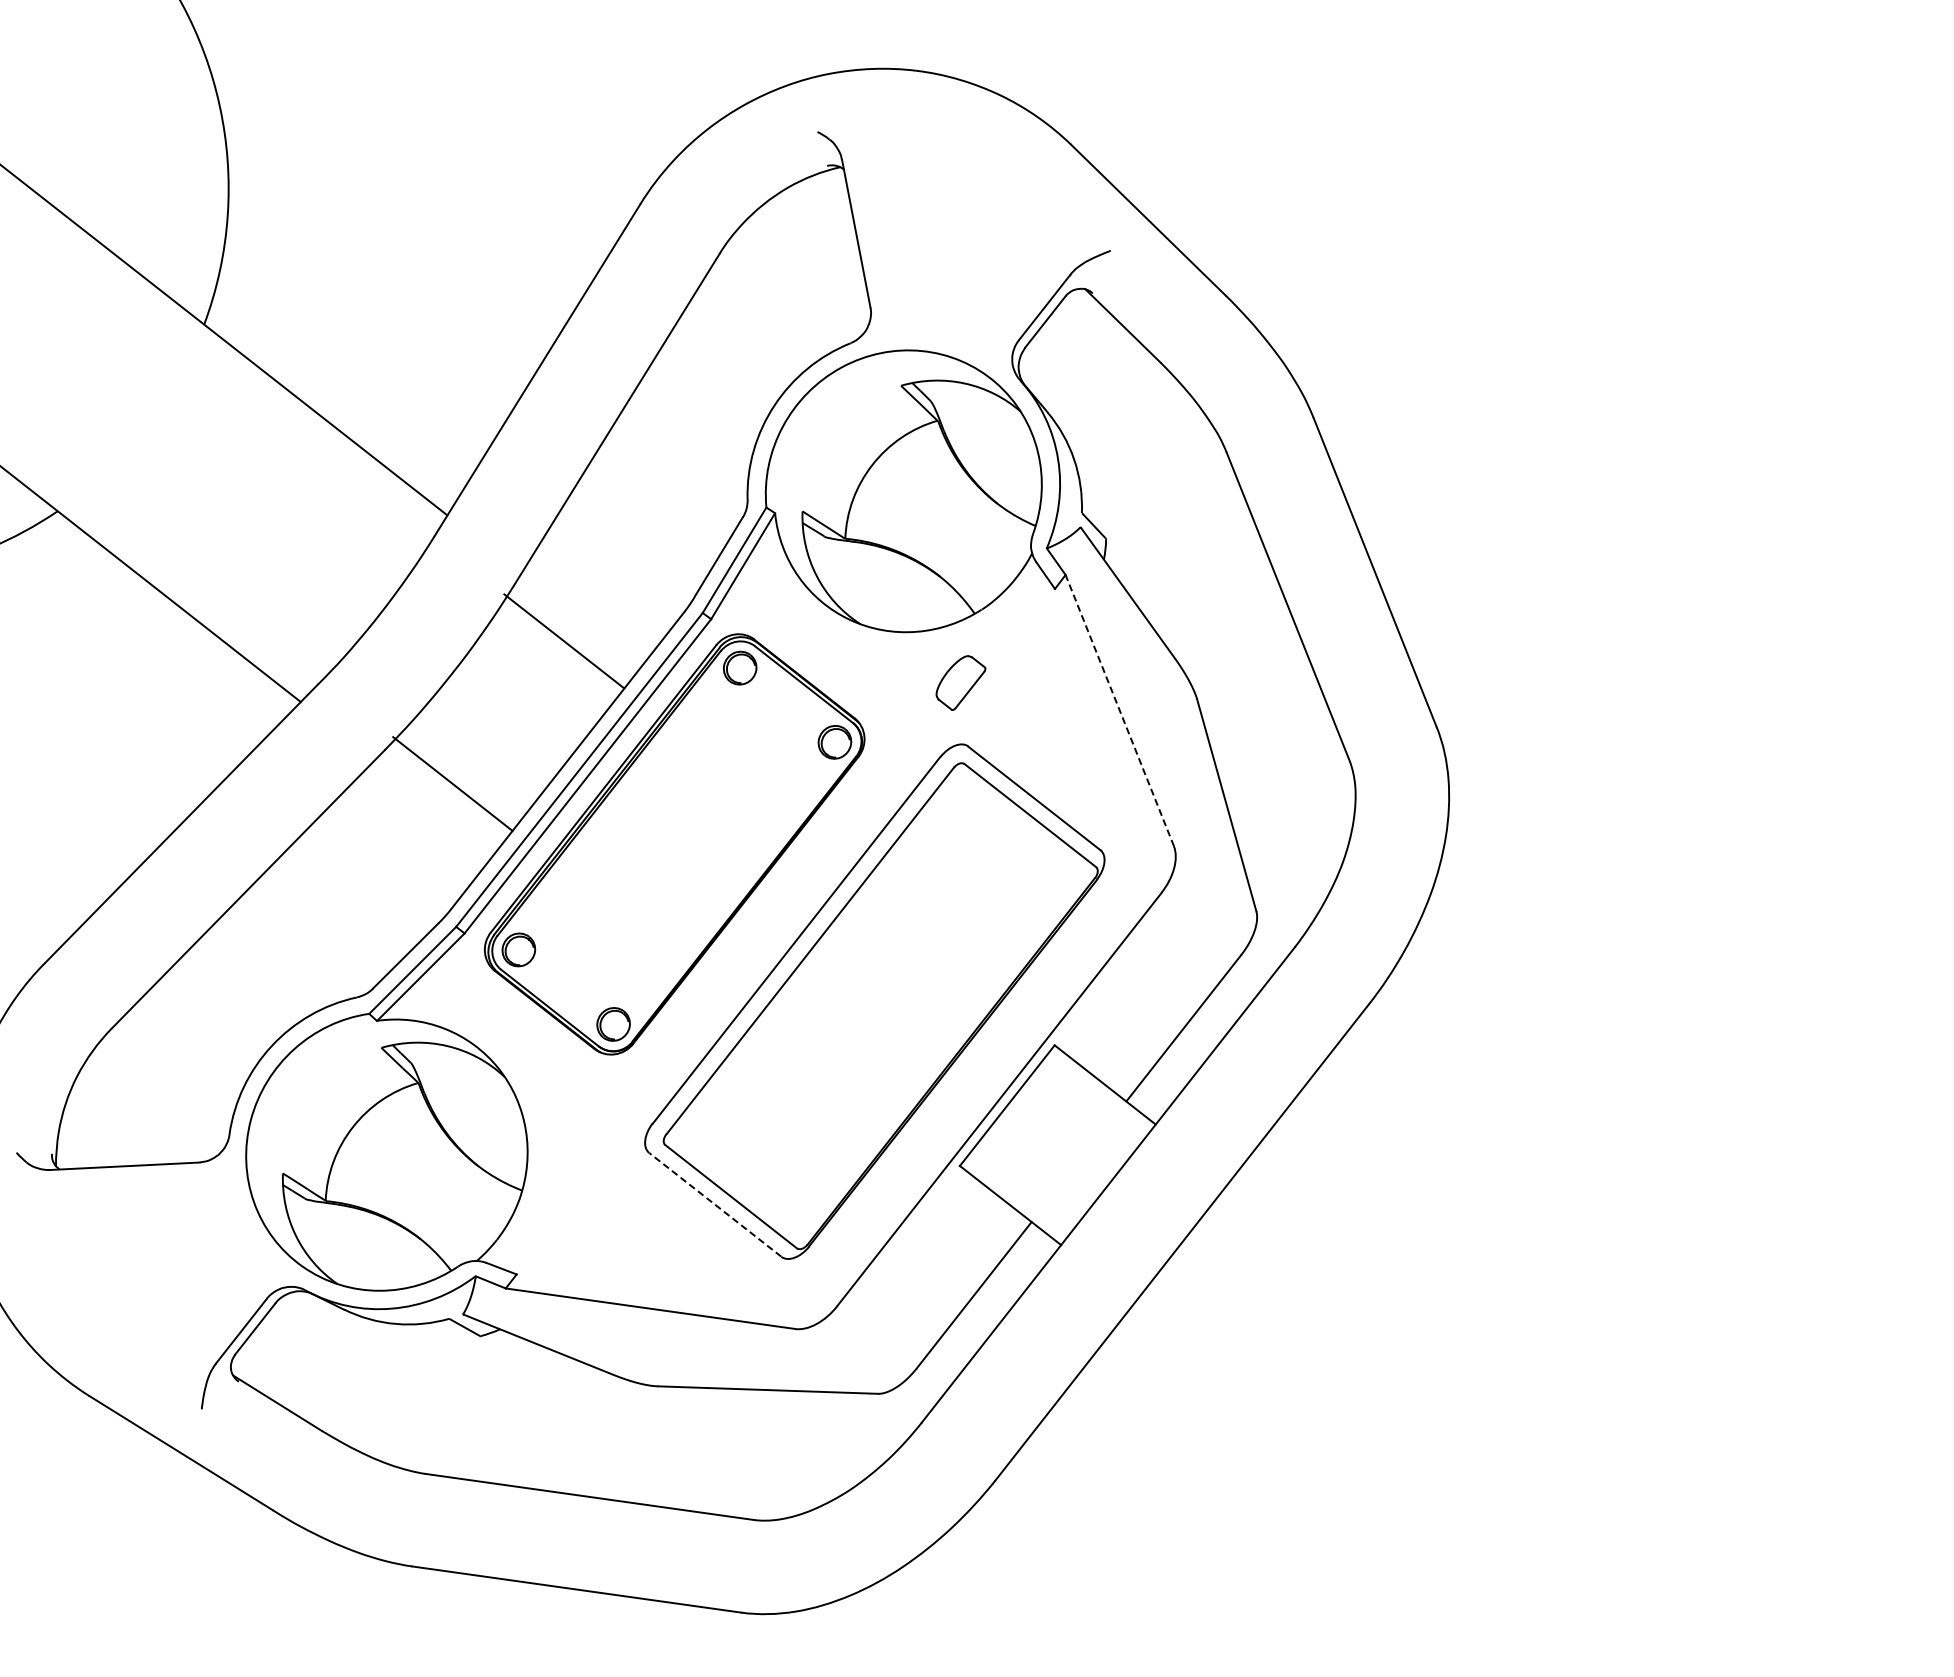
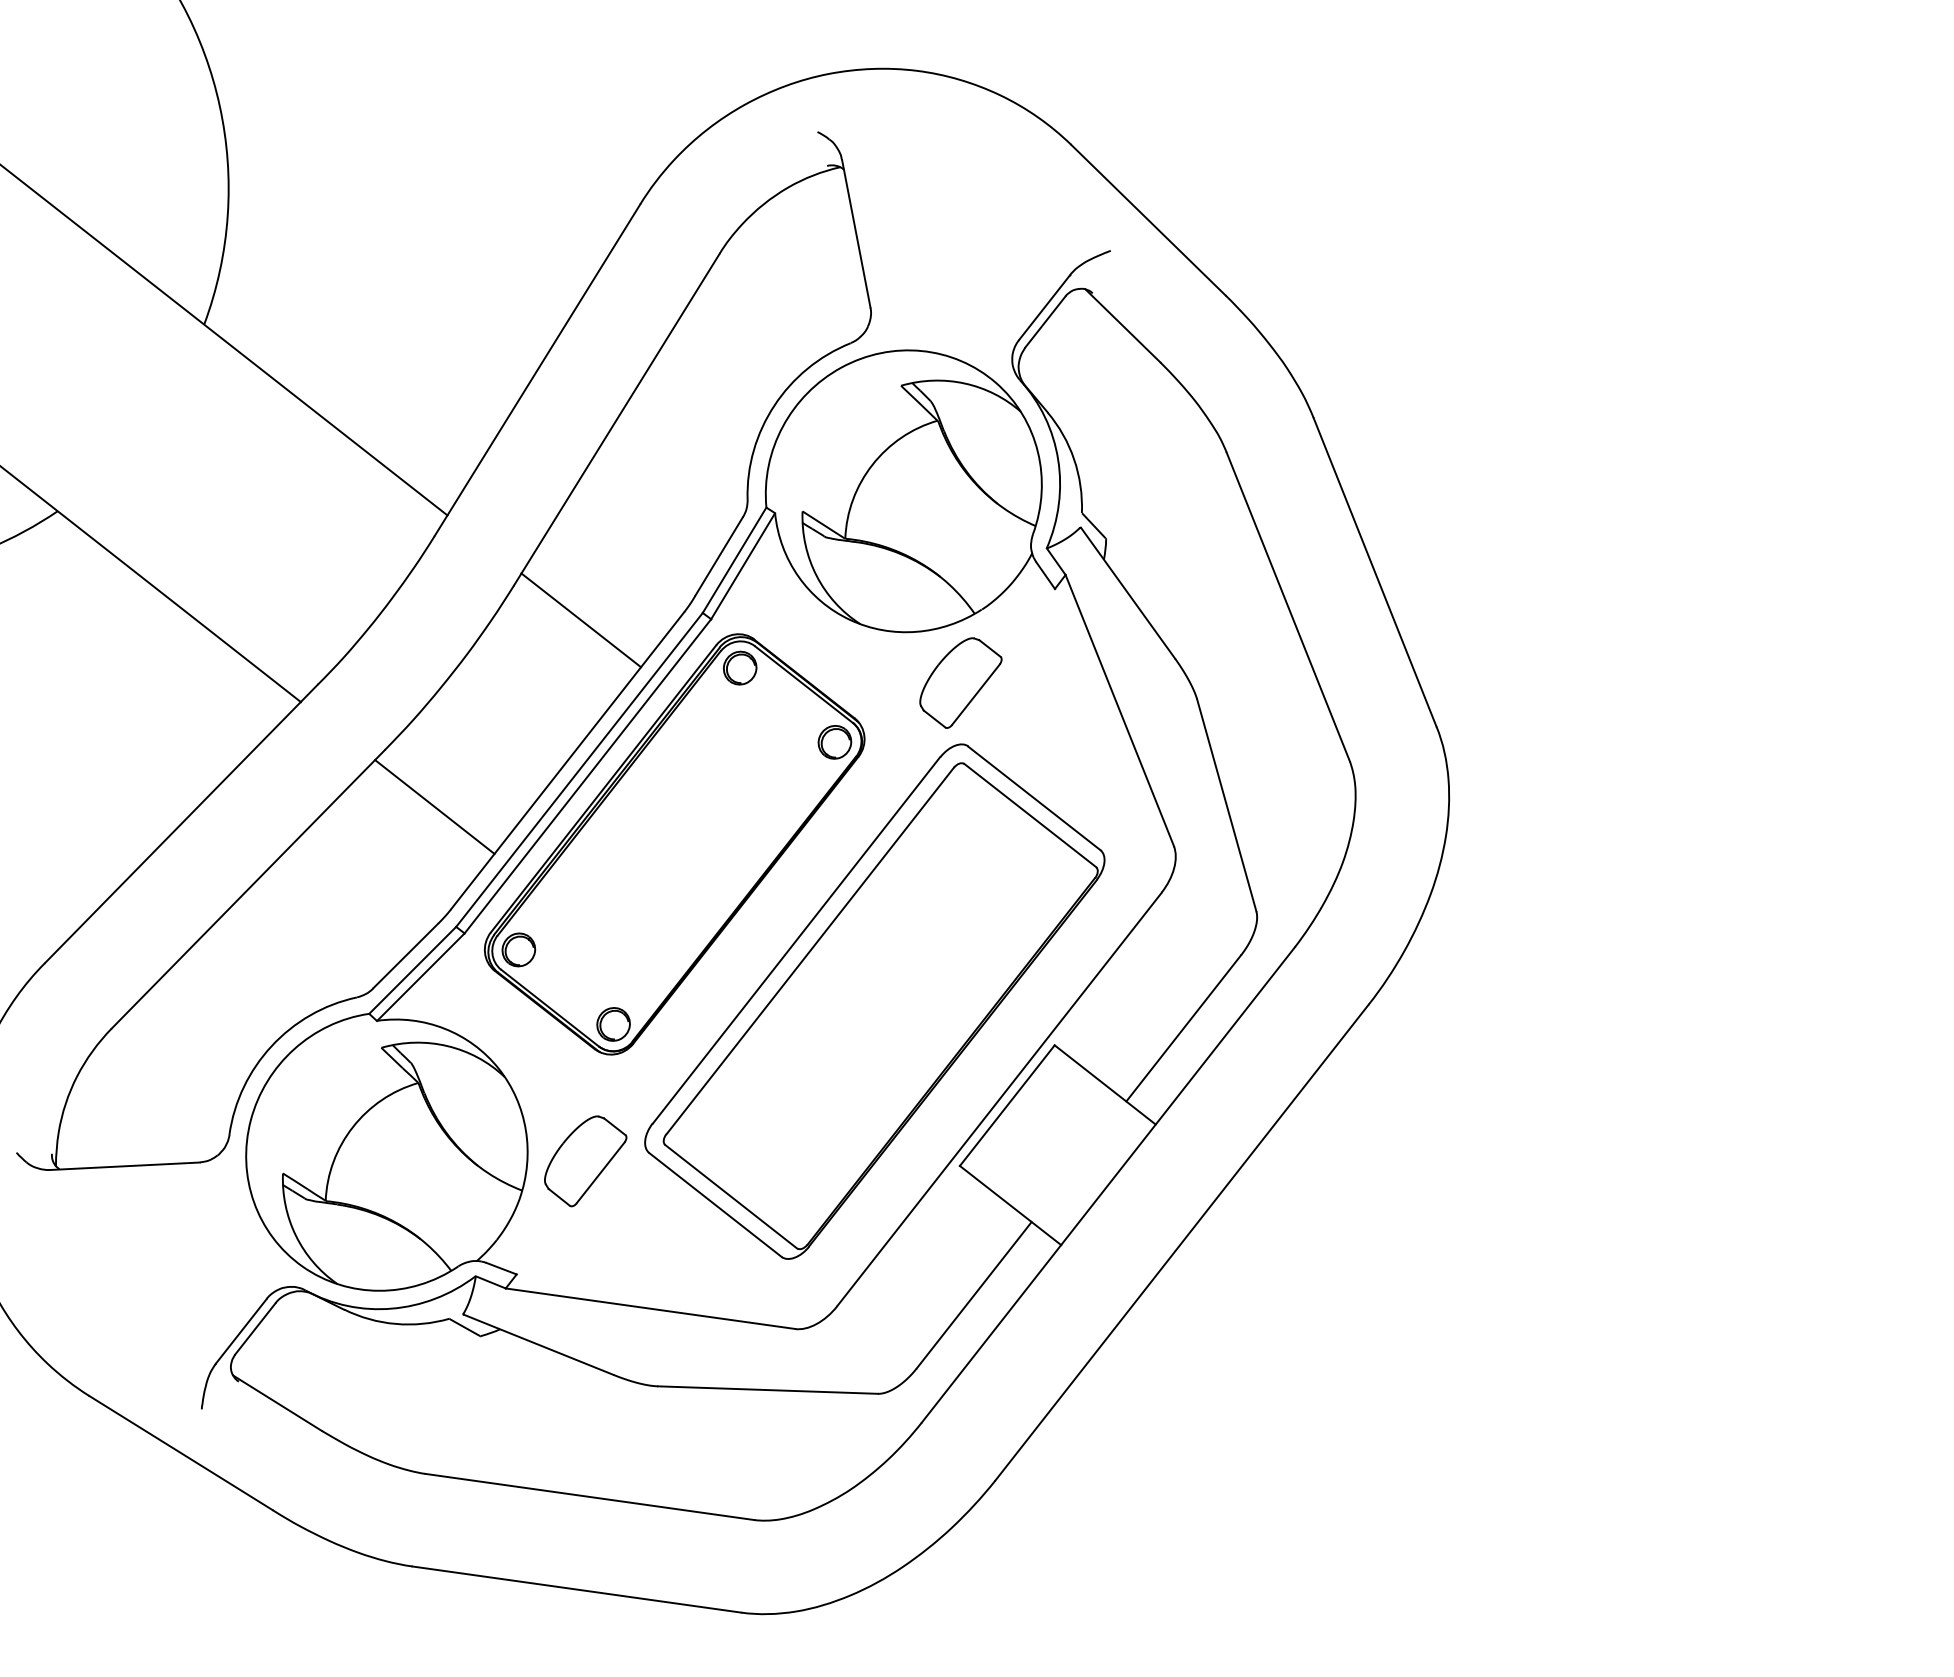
line at (564, 641) position: (564, 641) -> (581, 620)
part at (960, 682) size: 52x56 px -> 84x92 px
line at (1119, 710): dashed -> solid
line at (452, 783) position: (452, 783) -> (434, 806)
part at (585, 1161): none -> present
line at (715, 1204): dashed -> solid
